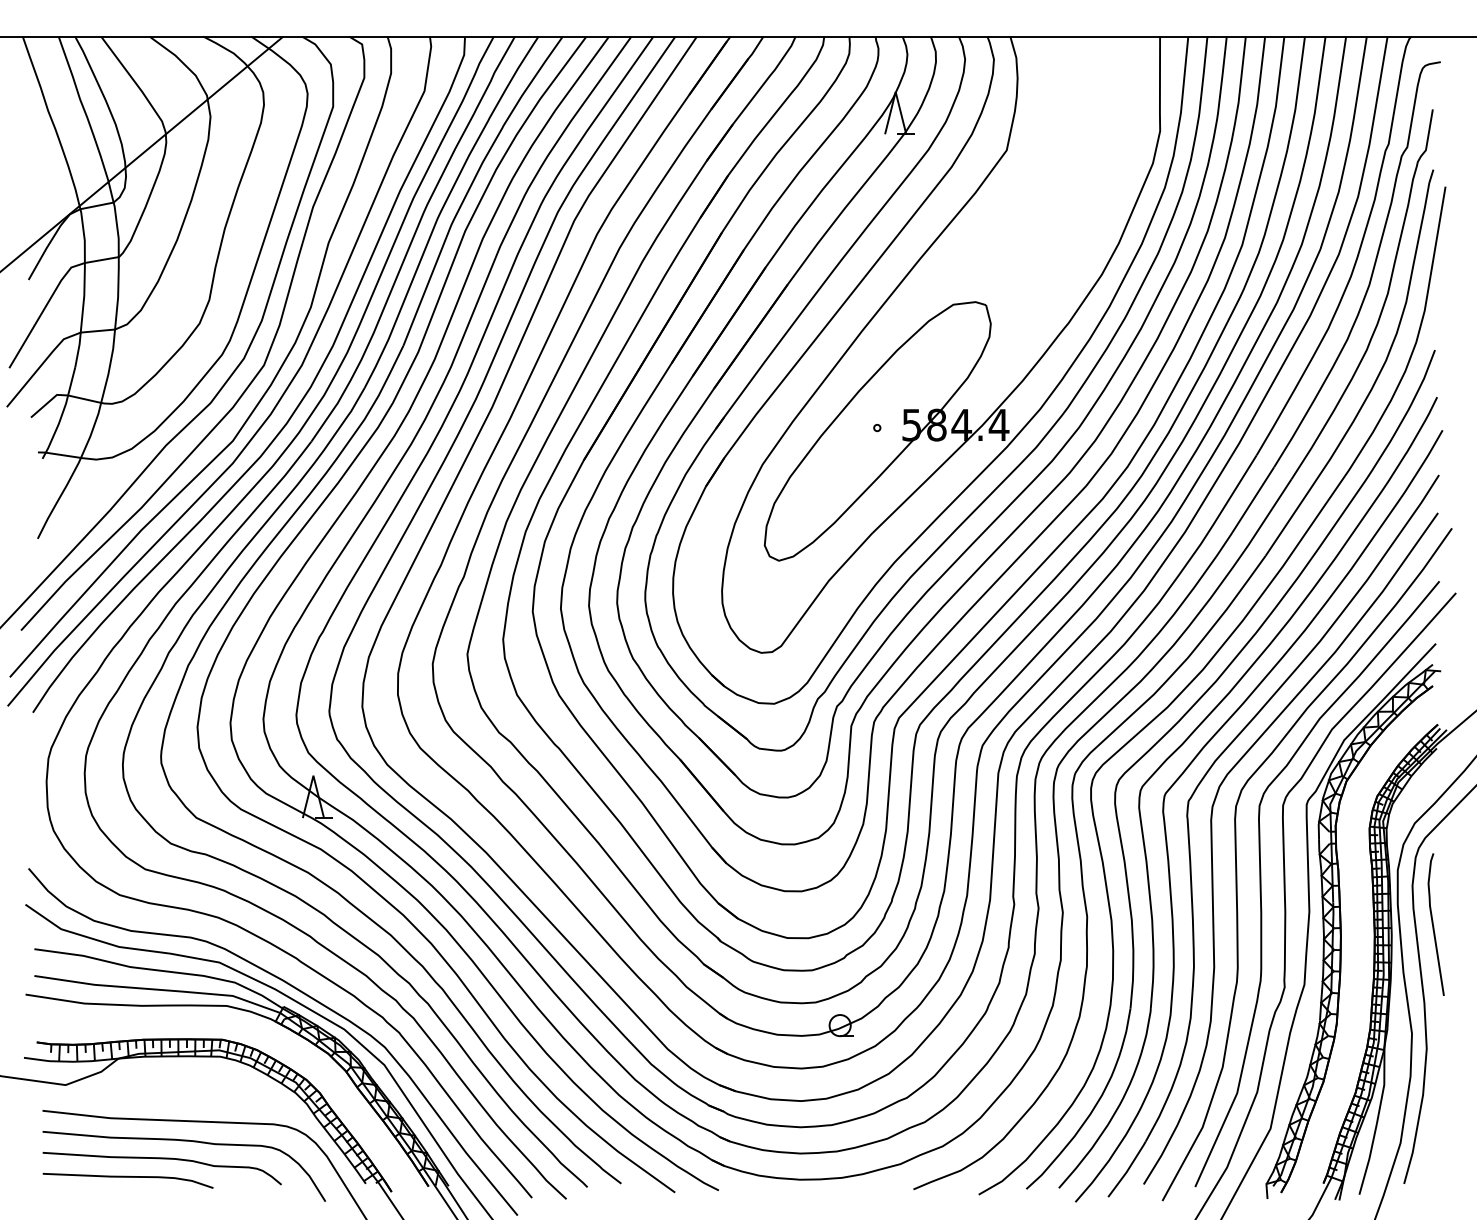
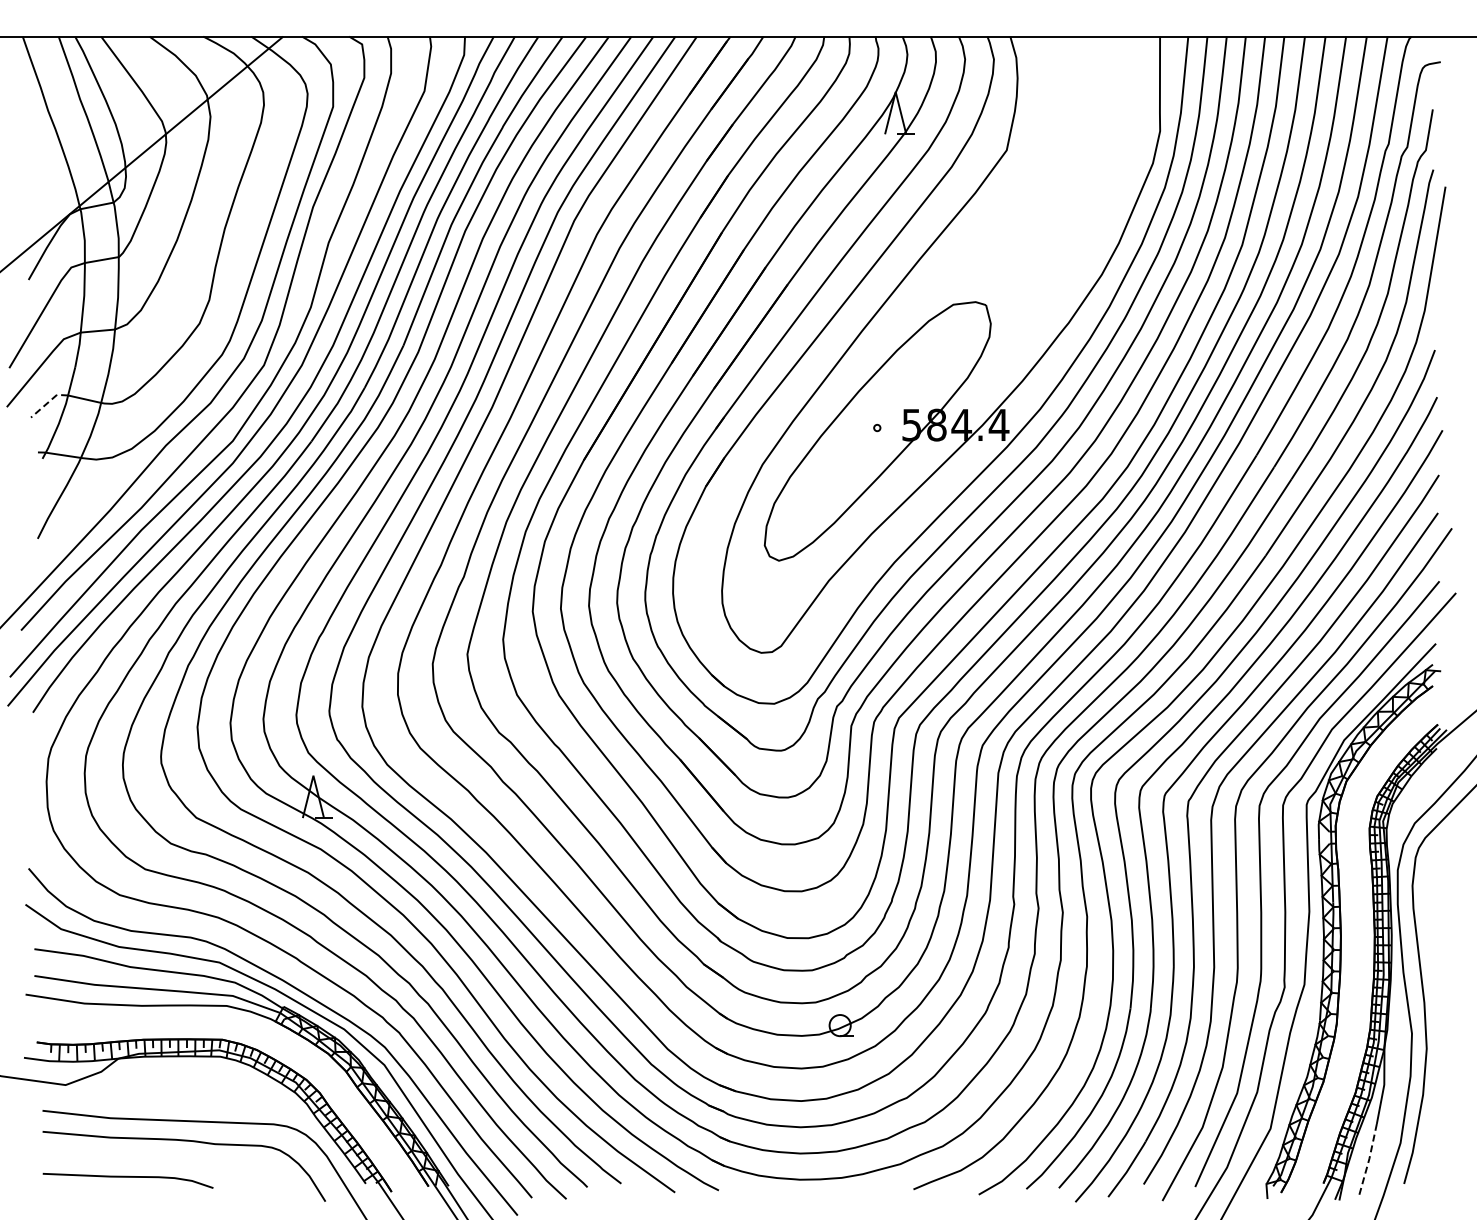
line at (48, 402): solid -> dashed
curve at (1433, 924): present -> none
line at (1369, 1158): solid -> dashed
curve at (161, 1159): present -> none
